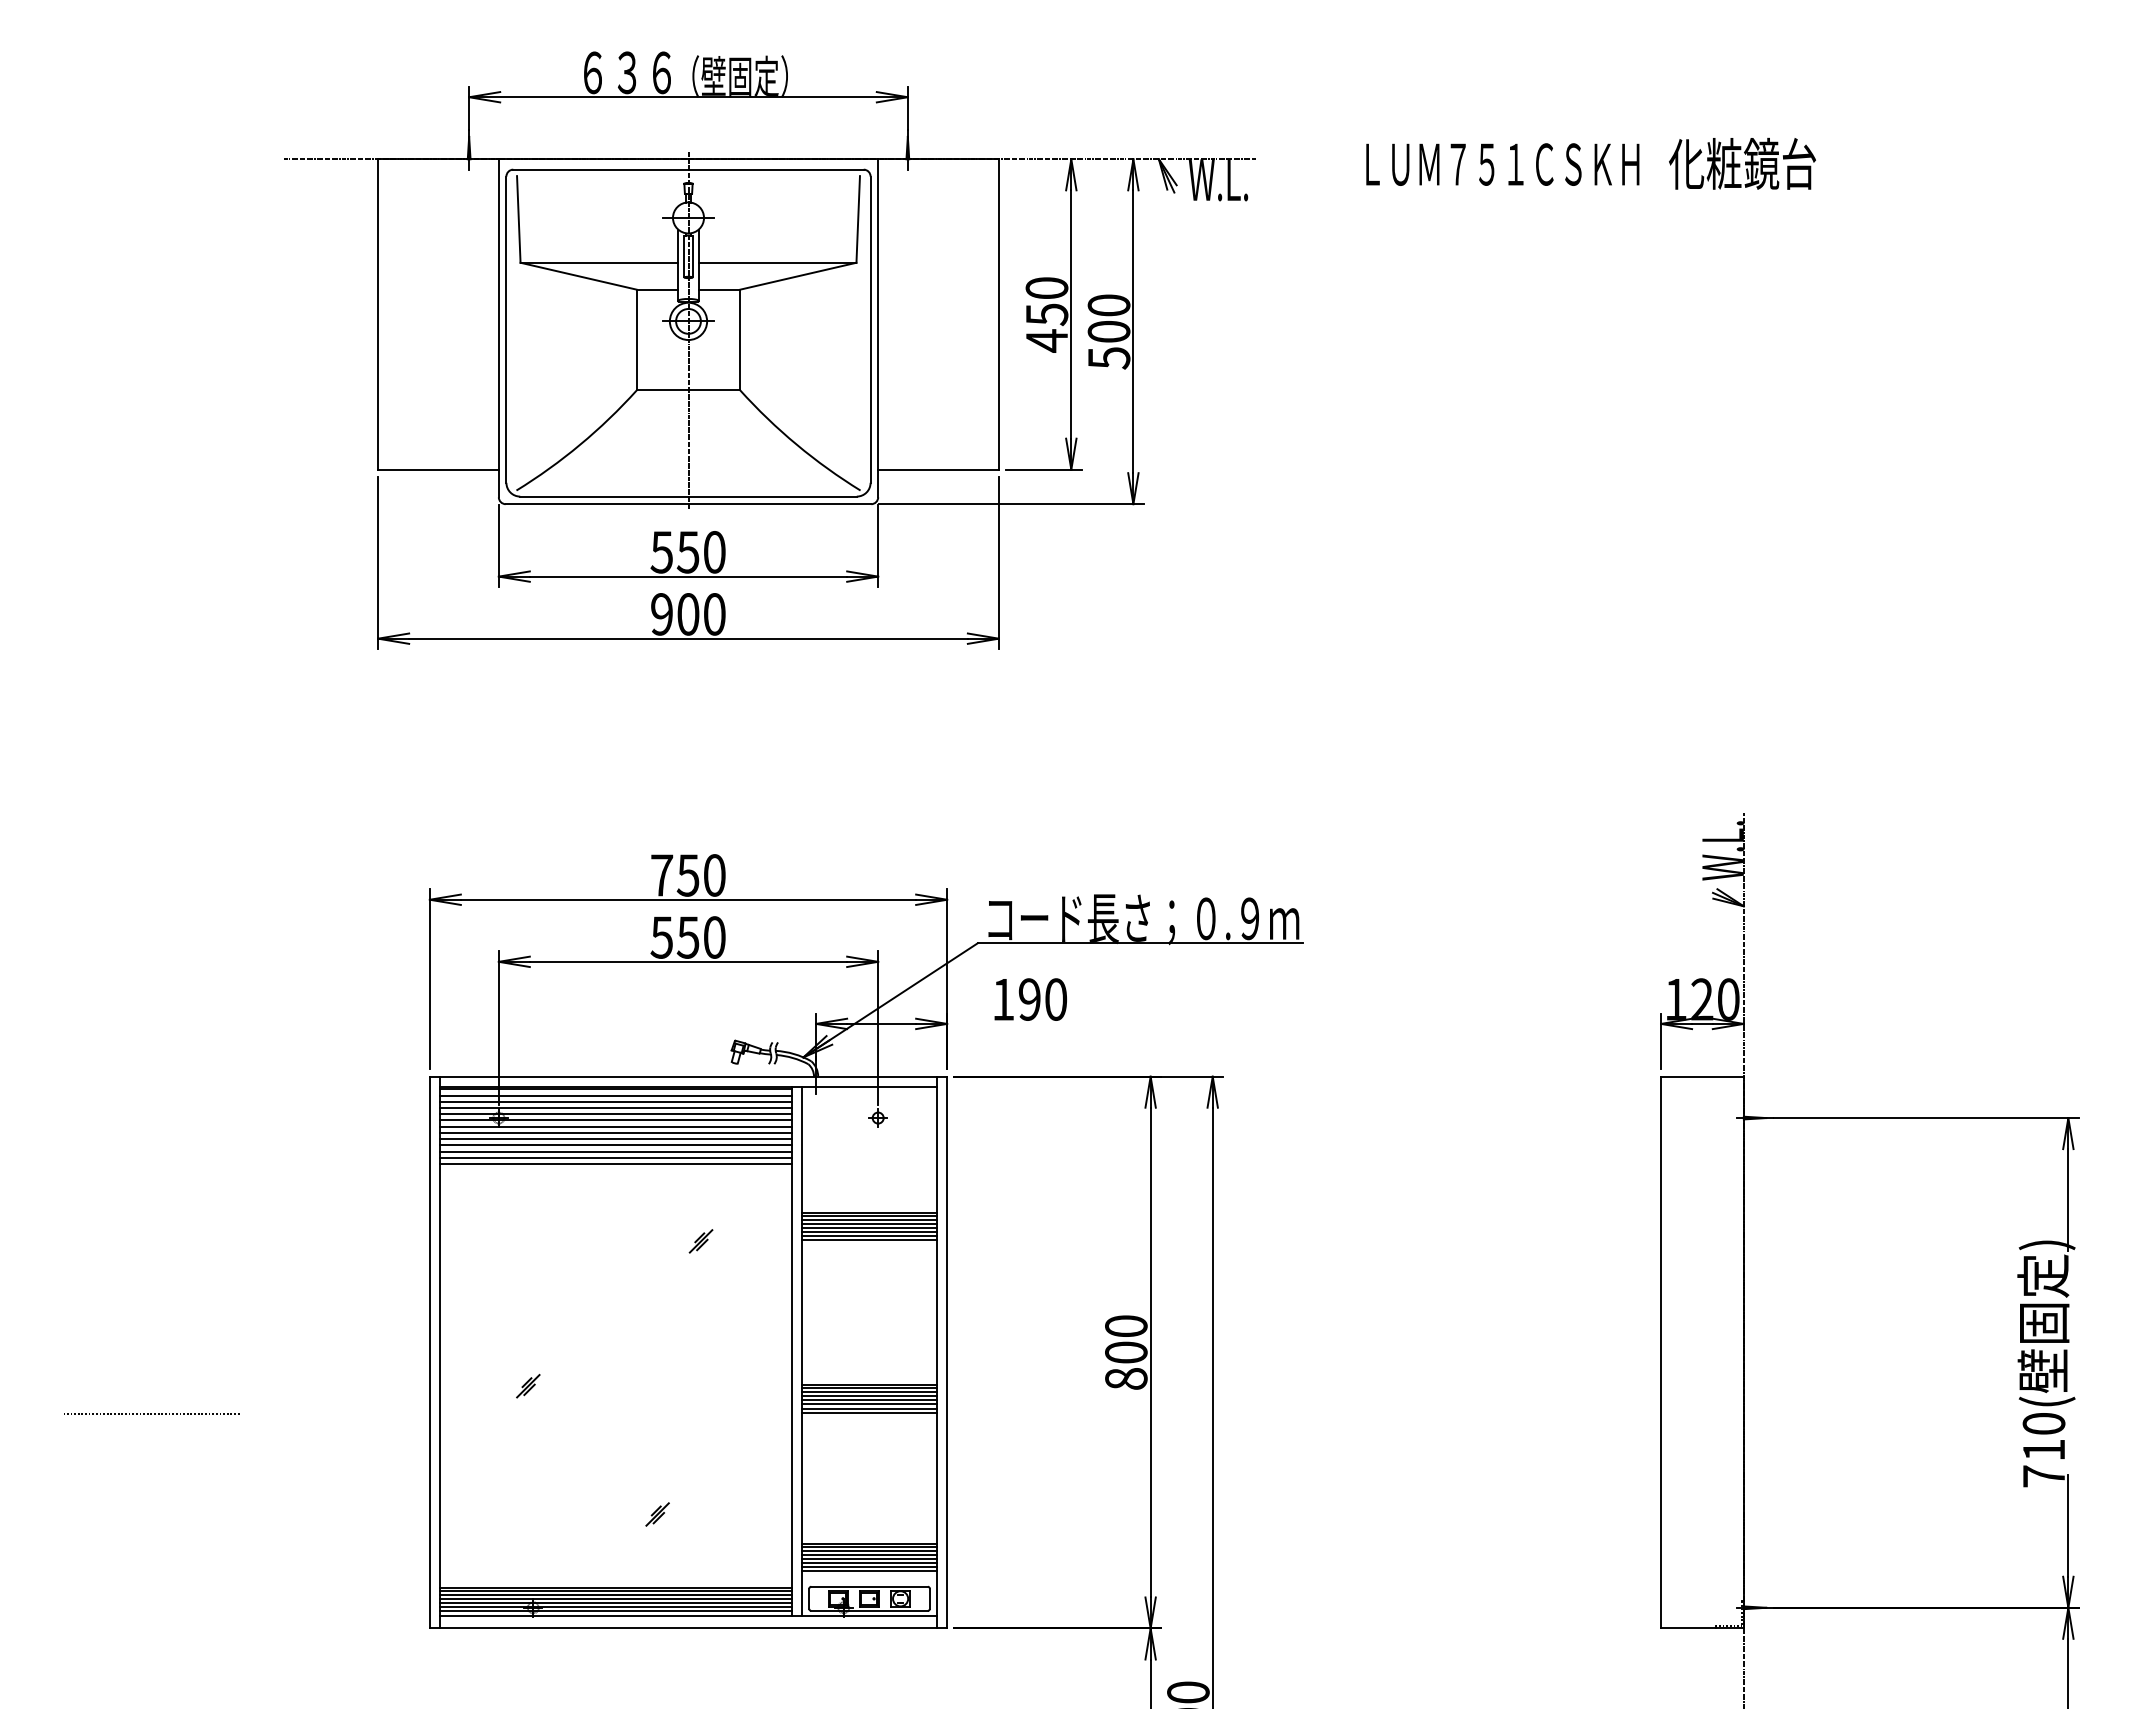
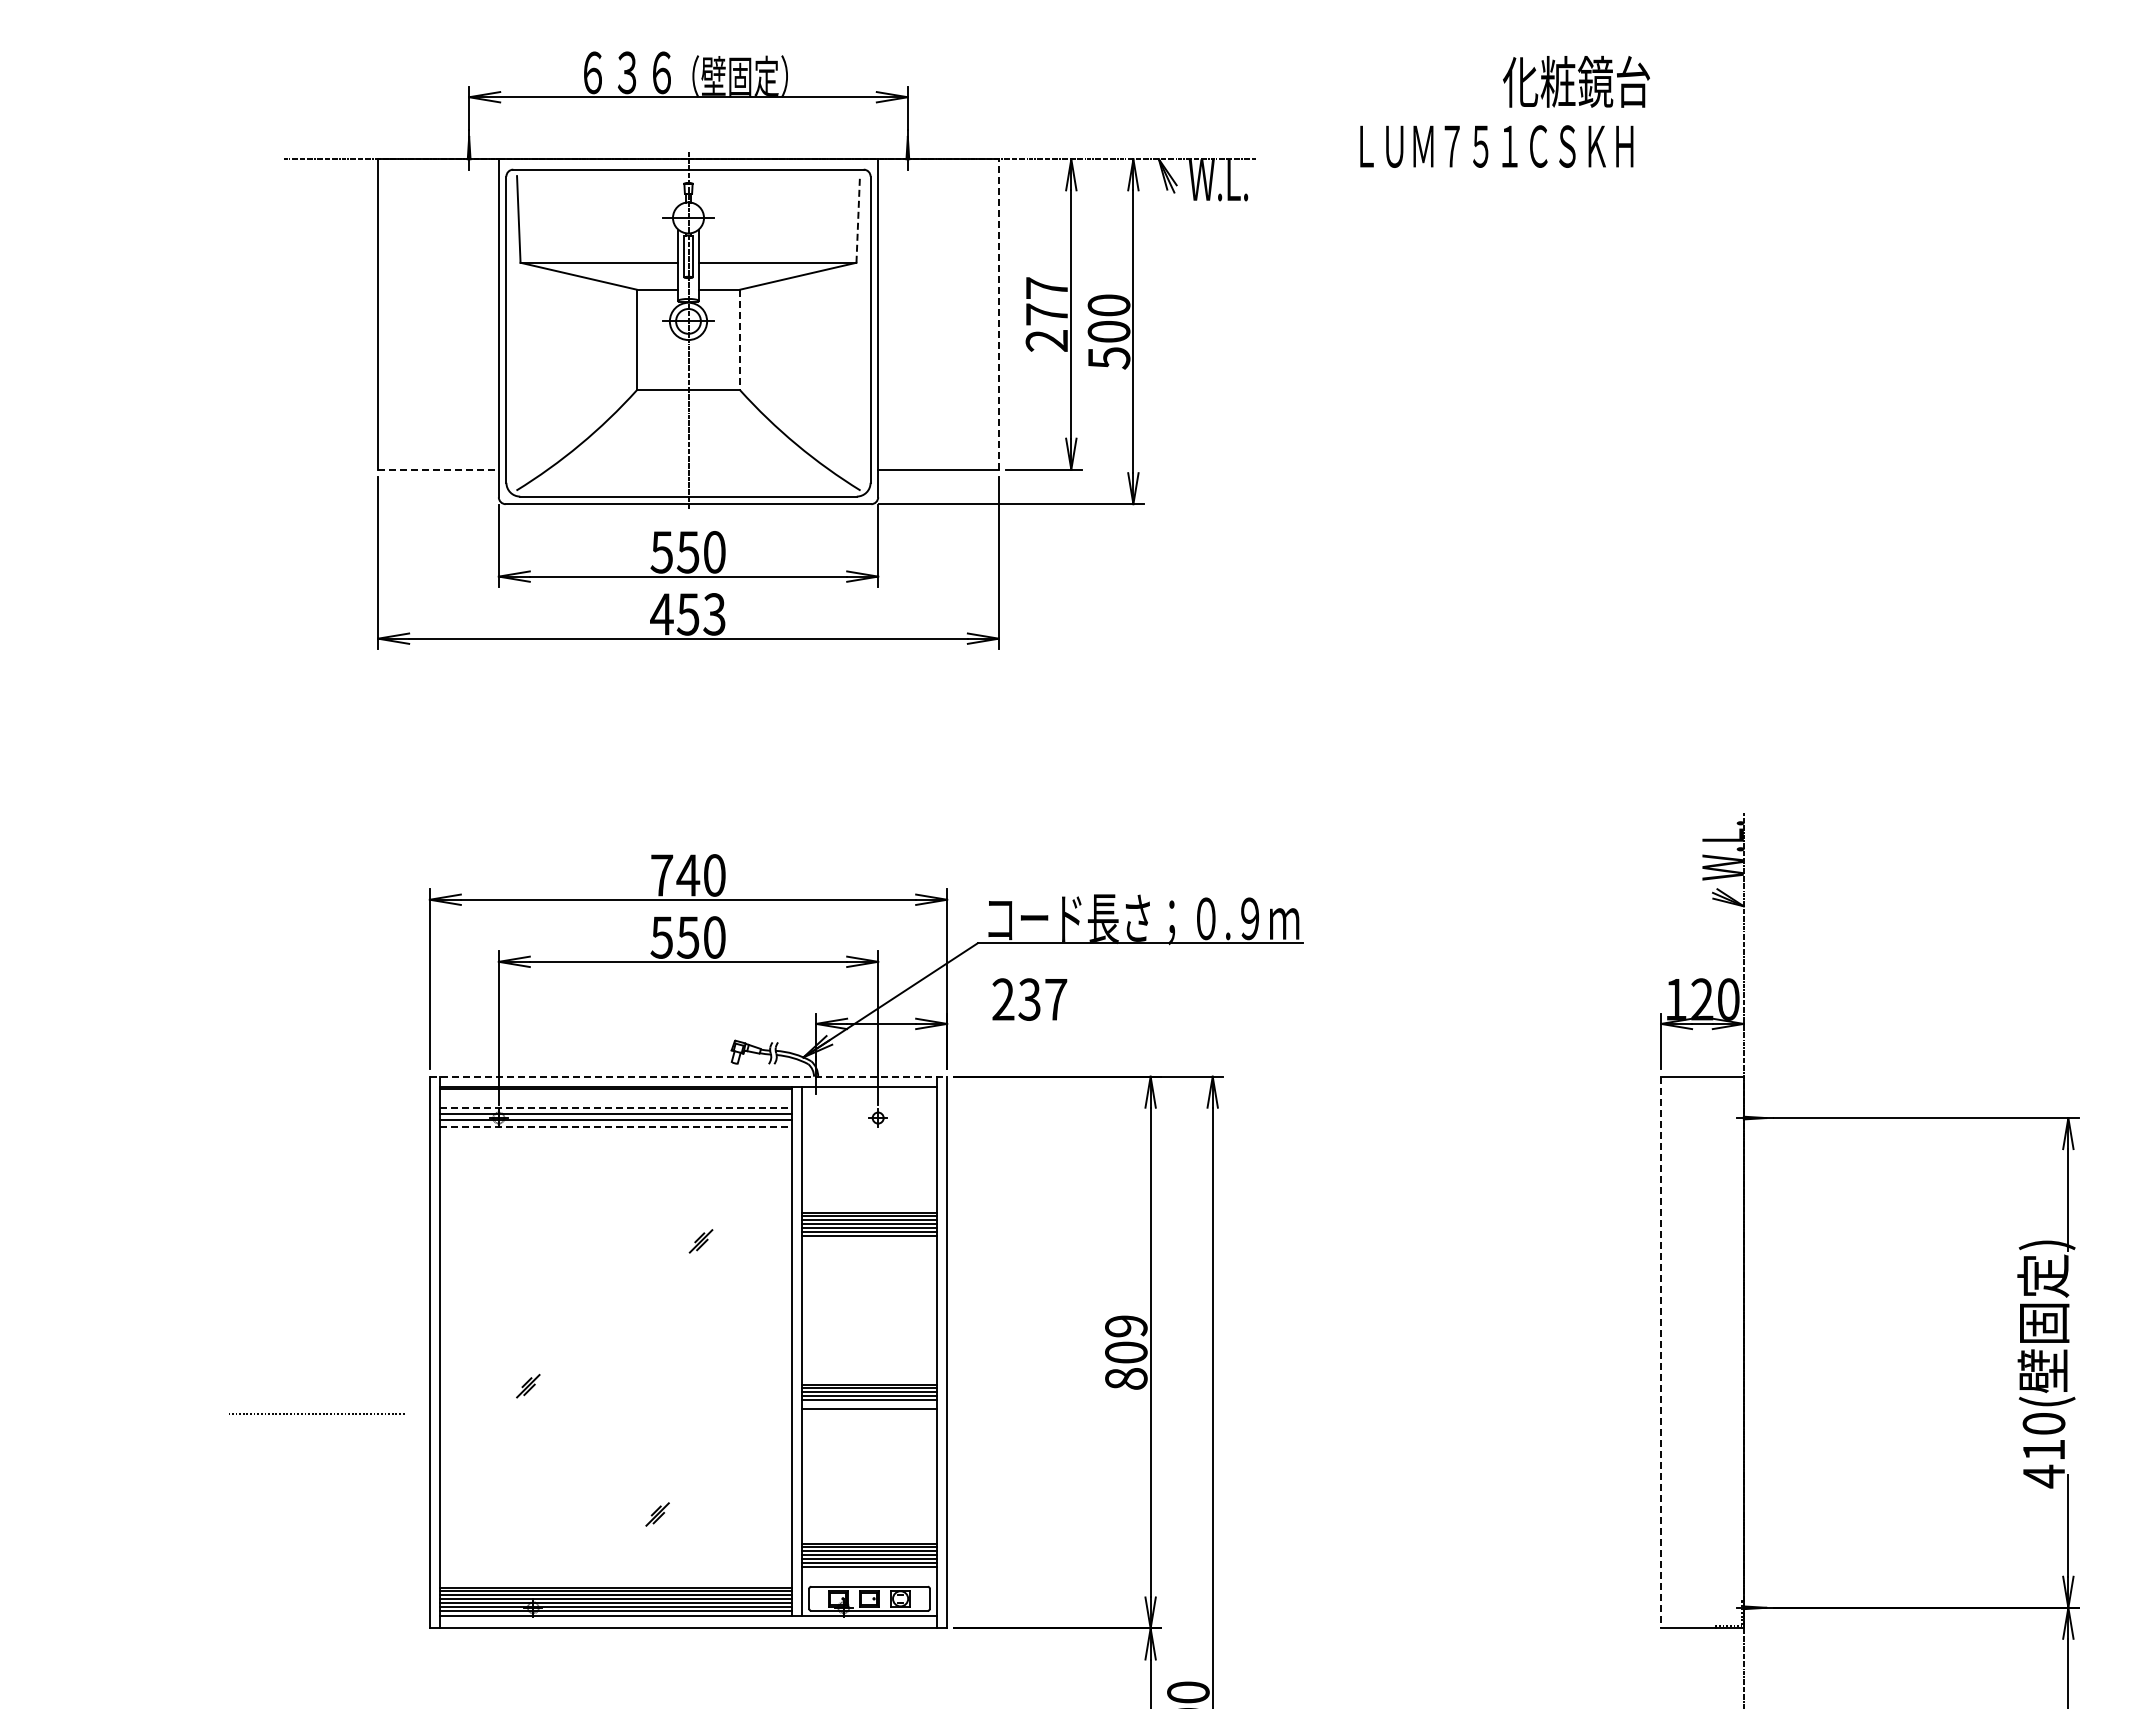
text at (1742, 163) position: (1742, 163) -> (1576, 81)
text at (1502, 164) position: (1502, 164) -> (1496, 146)
line at (858, 218): solid -> dashed
line at (998, 314): solid -> dashed
text at (1046, 314): 450 -> 277
line at (740, 340): solid -> dashed
line at (438, 469): solid -> dashed
text at (687, 614): 900 -> 453
text at (688, 875): 750 -> 740
text at (1029, 999): 190 -> 237
line at (688, 1076): solid -> dashed
line at (615, 1095): present -> none
line at (615, 1101): present -> none
line at (616, 1108): solid -> dashed
line at (616, 1126): solid -> dashed
line at (615, 1132): present -> none
line at (615, 1139): present -> none
line at (615, 1145): present -> none
line at (615, 1152): present -> none
line at (615, 1157): present -> none
line at (615, 1163): present -> none
line at (869, 1240): present -> none
text at (1126, 1326): 800 -> 809
line at (1661, 1352): solid -> dashed
line at (869, 1404): present -> none
line at (869, 1412): present -> none
line at (151, 1413) position: (151, 1413) -> (316, 1413)
text at (2043, 1476): 710( -> 410(
line at (869, 1571): present -> none
